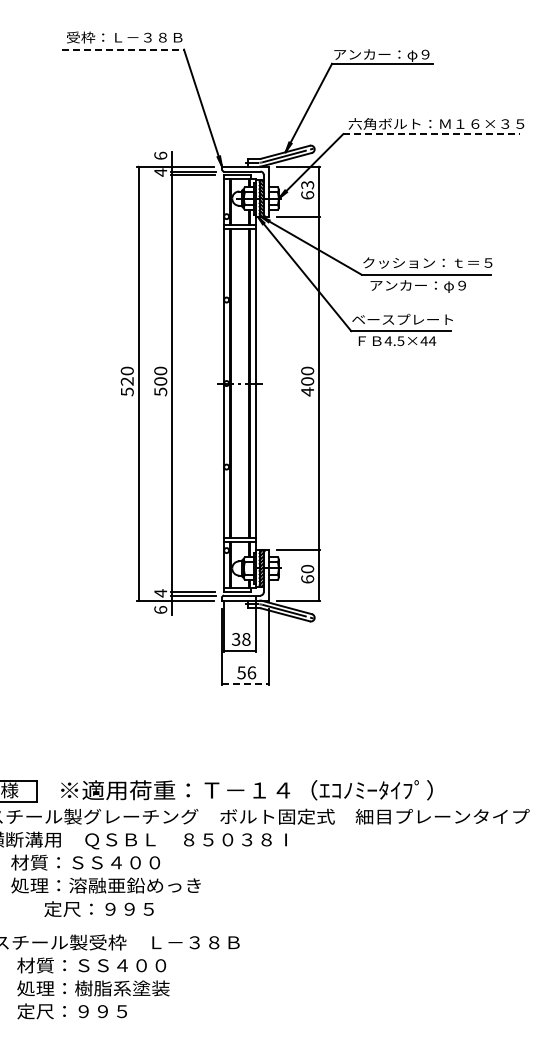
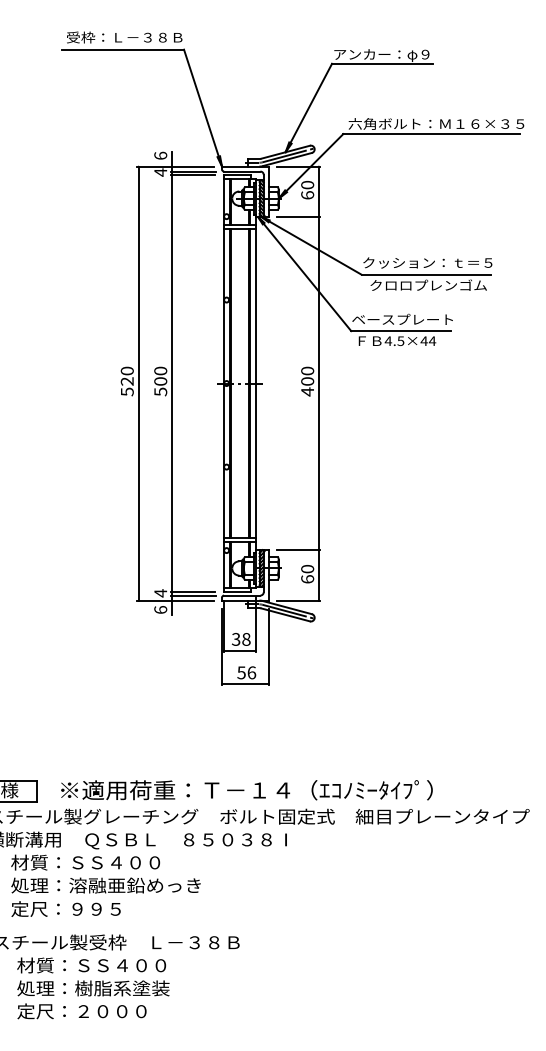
line at (123, 49): dashed -> solid
line at (431, 134): dashed -> solid
text at (307, 184): 63 -> 60
text at (428, 285): アンカー：φ９ -> クロロプレンゴム
line at (245, 684): dashed -> solid
text at (98, 908) position: (98, 908) -> (65, 908)
text at (112, 1011): 定尺：９９５ -> 定尺：２０００
